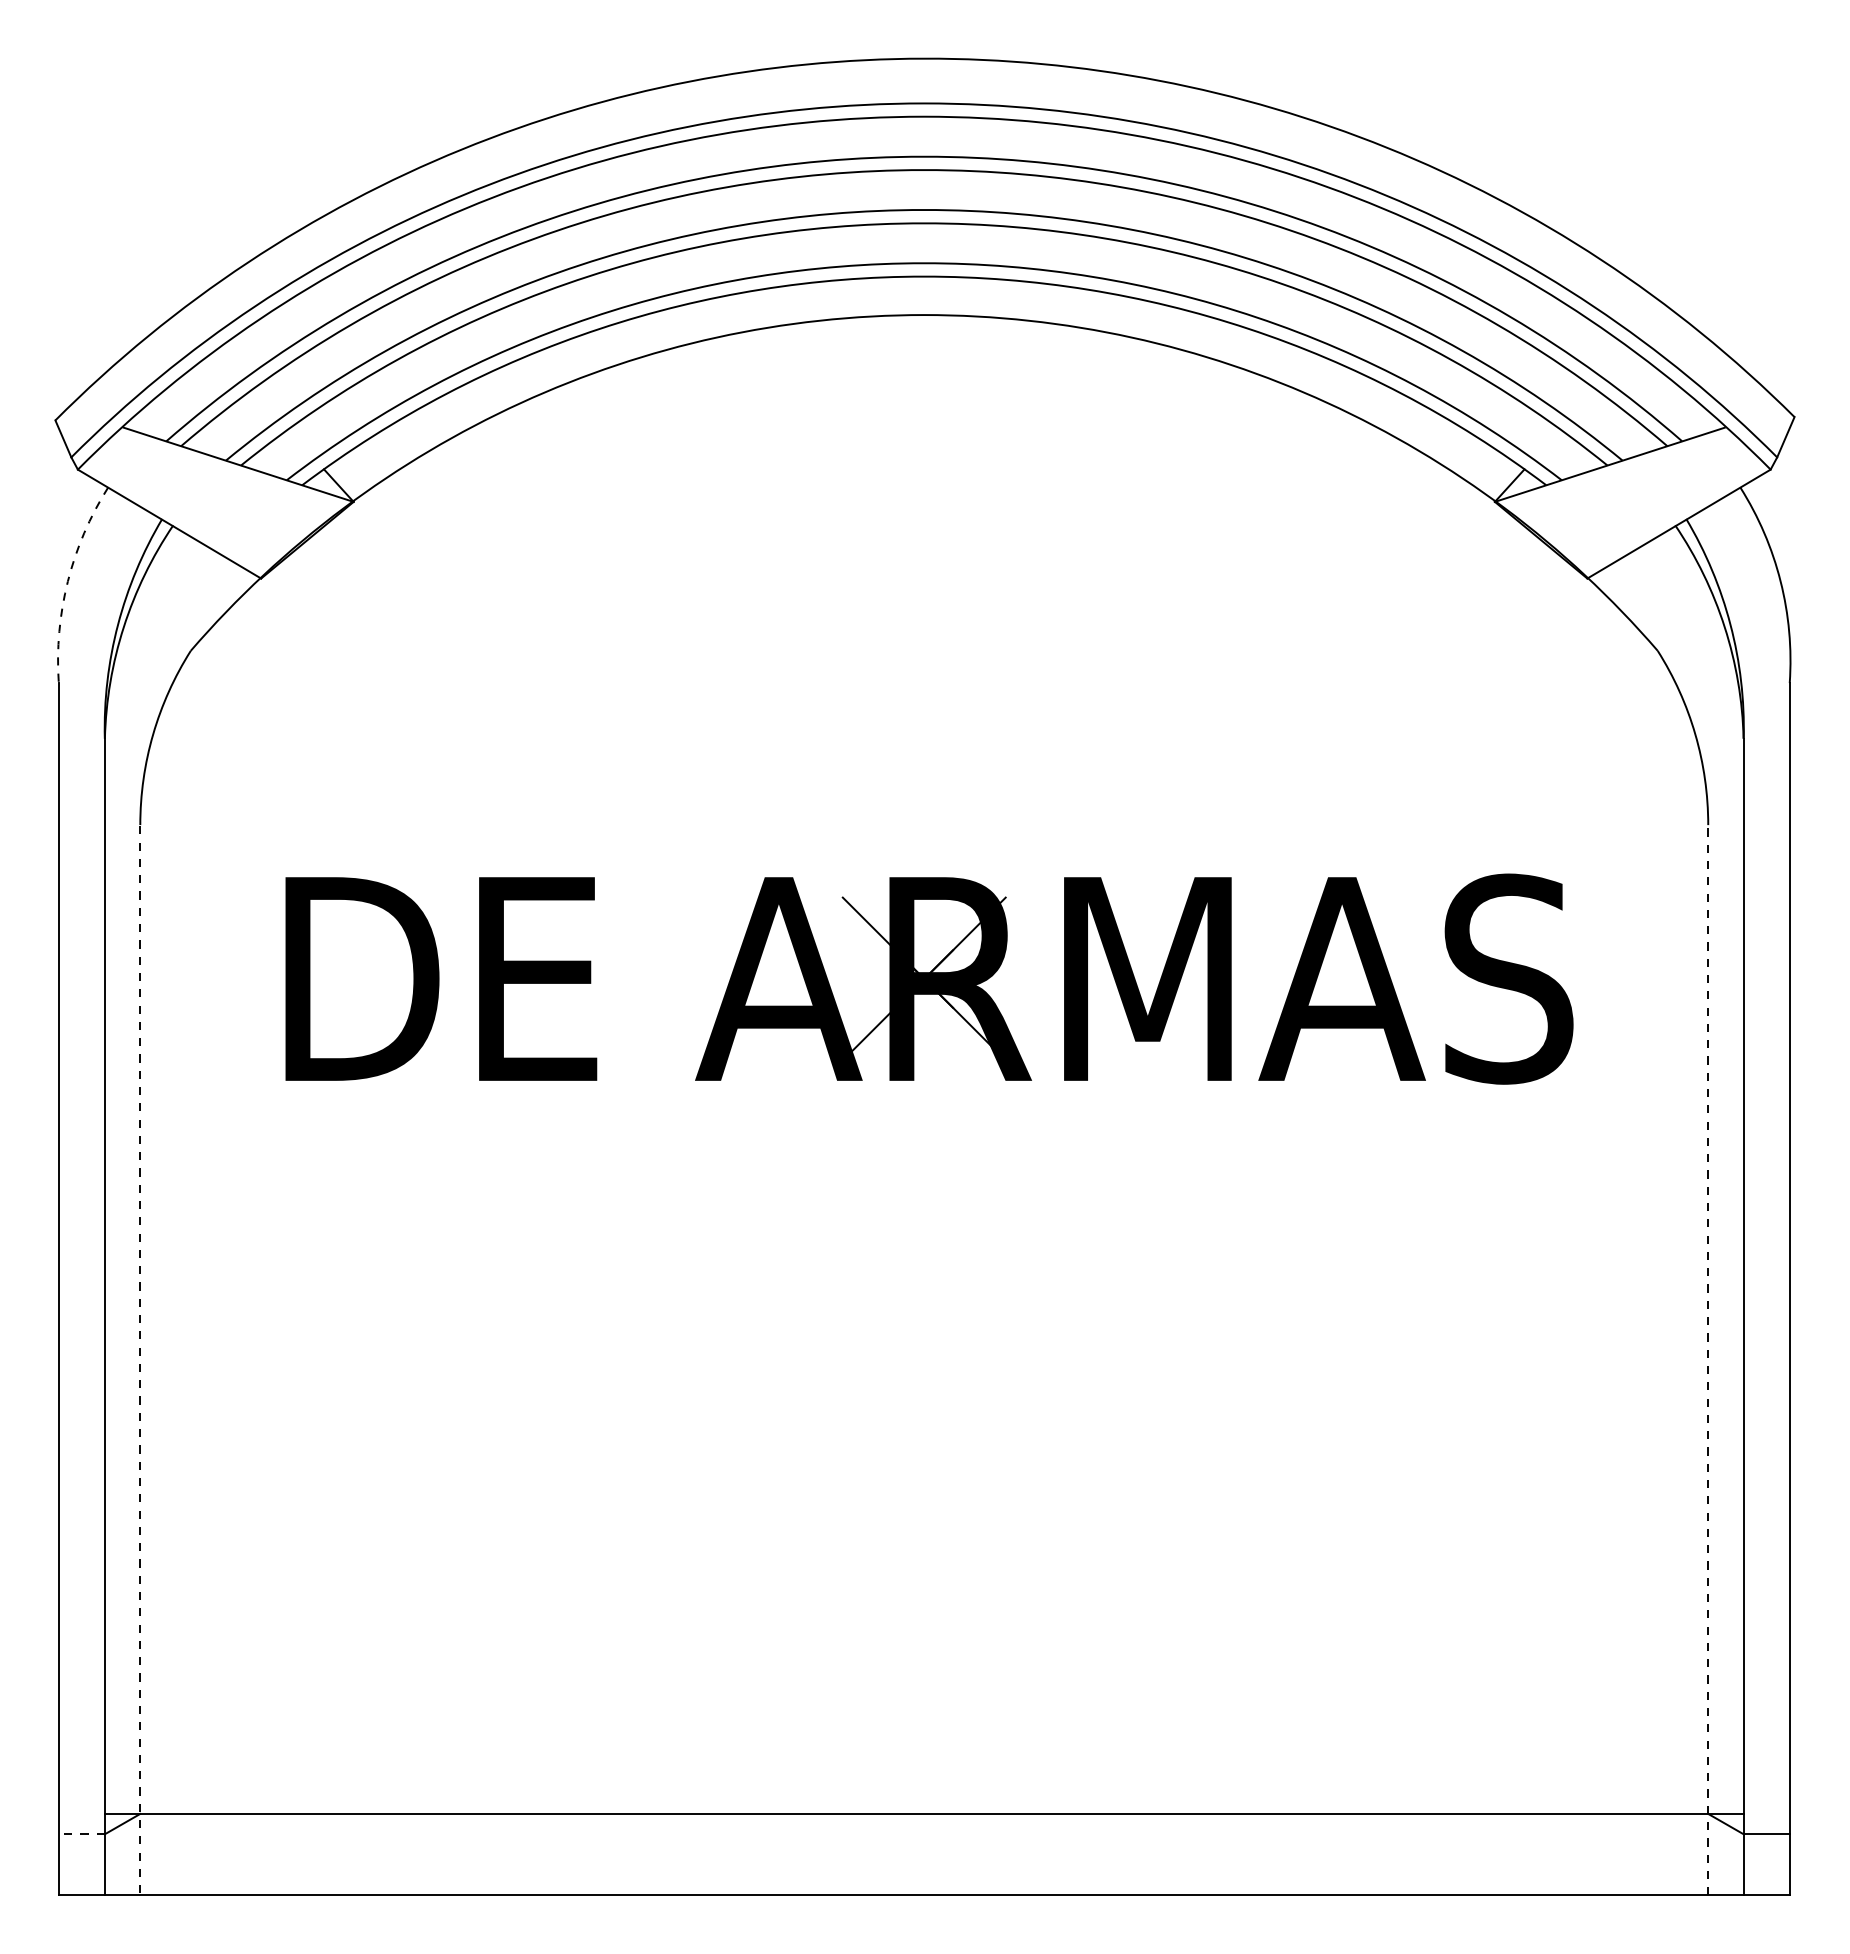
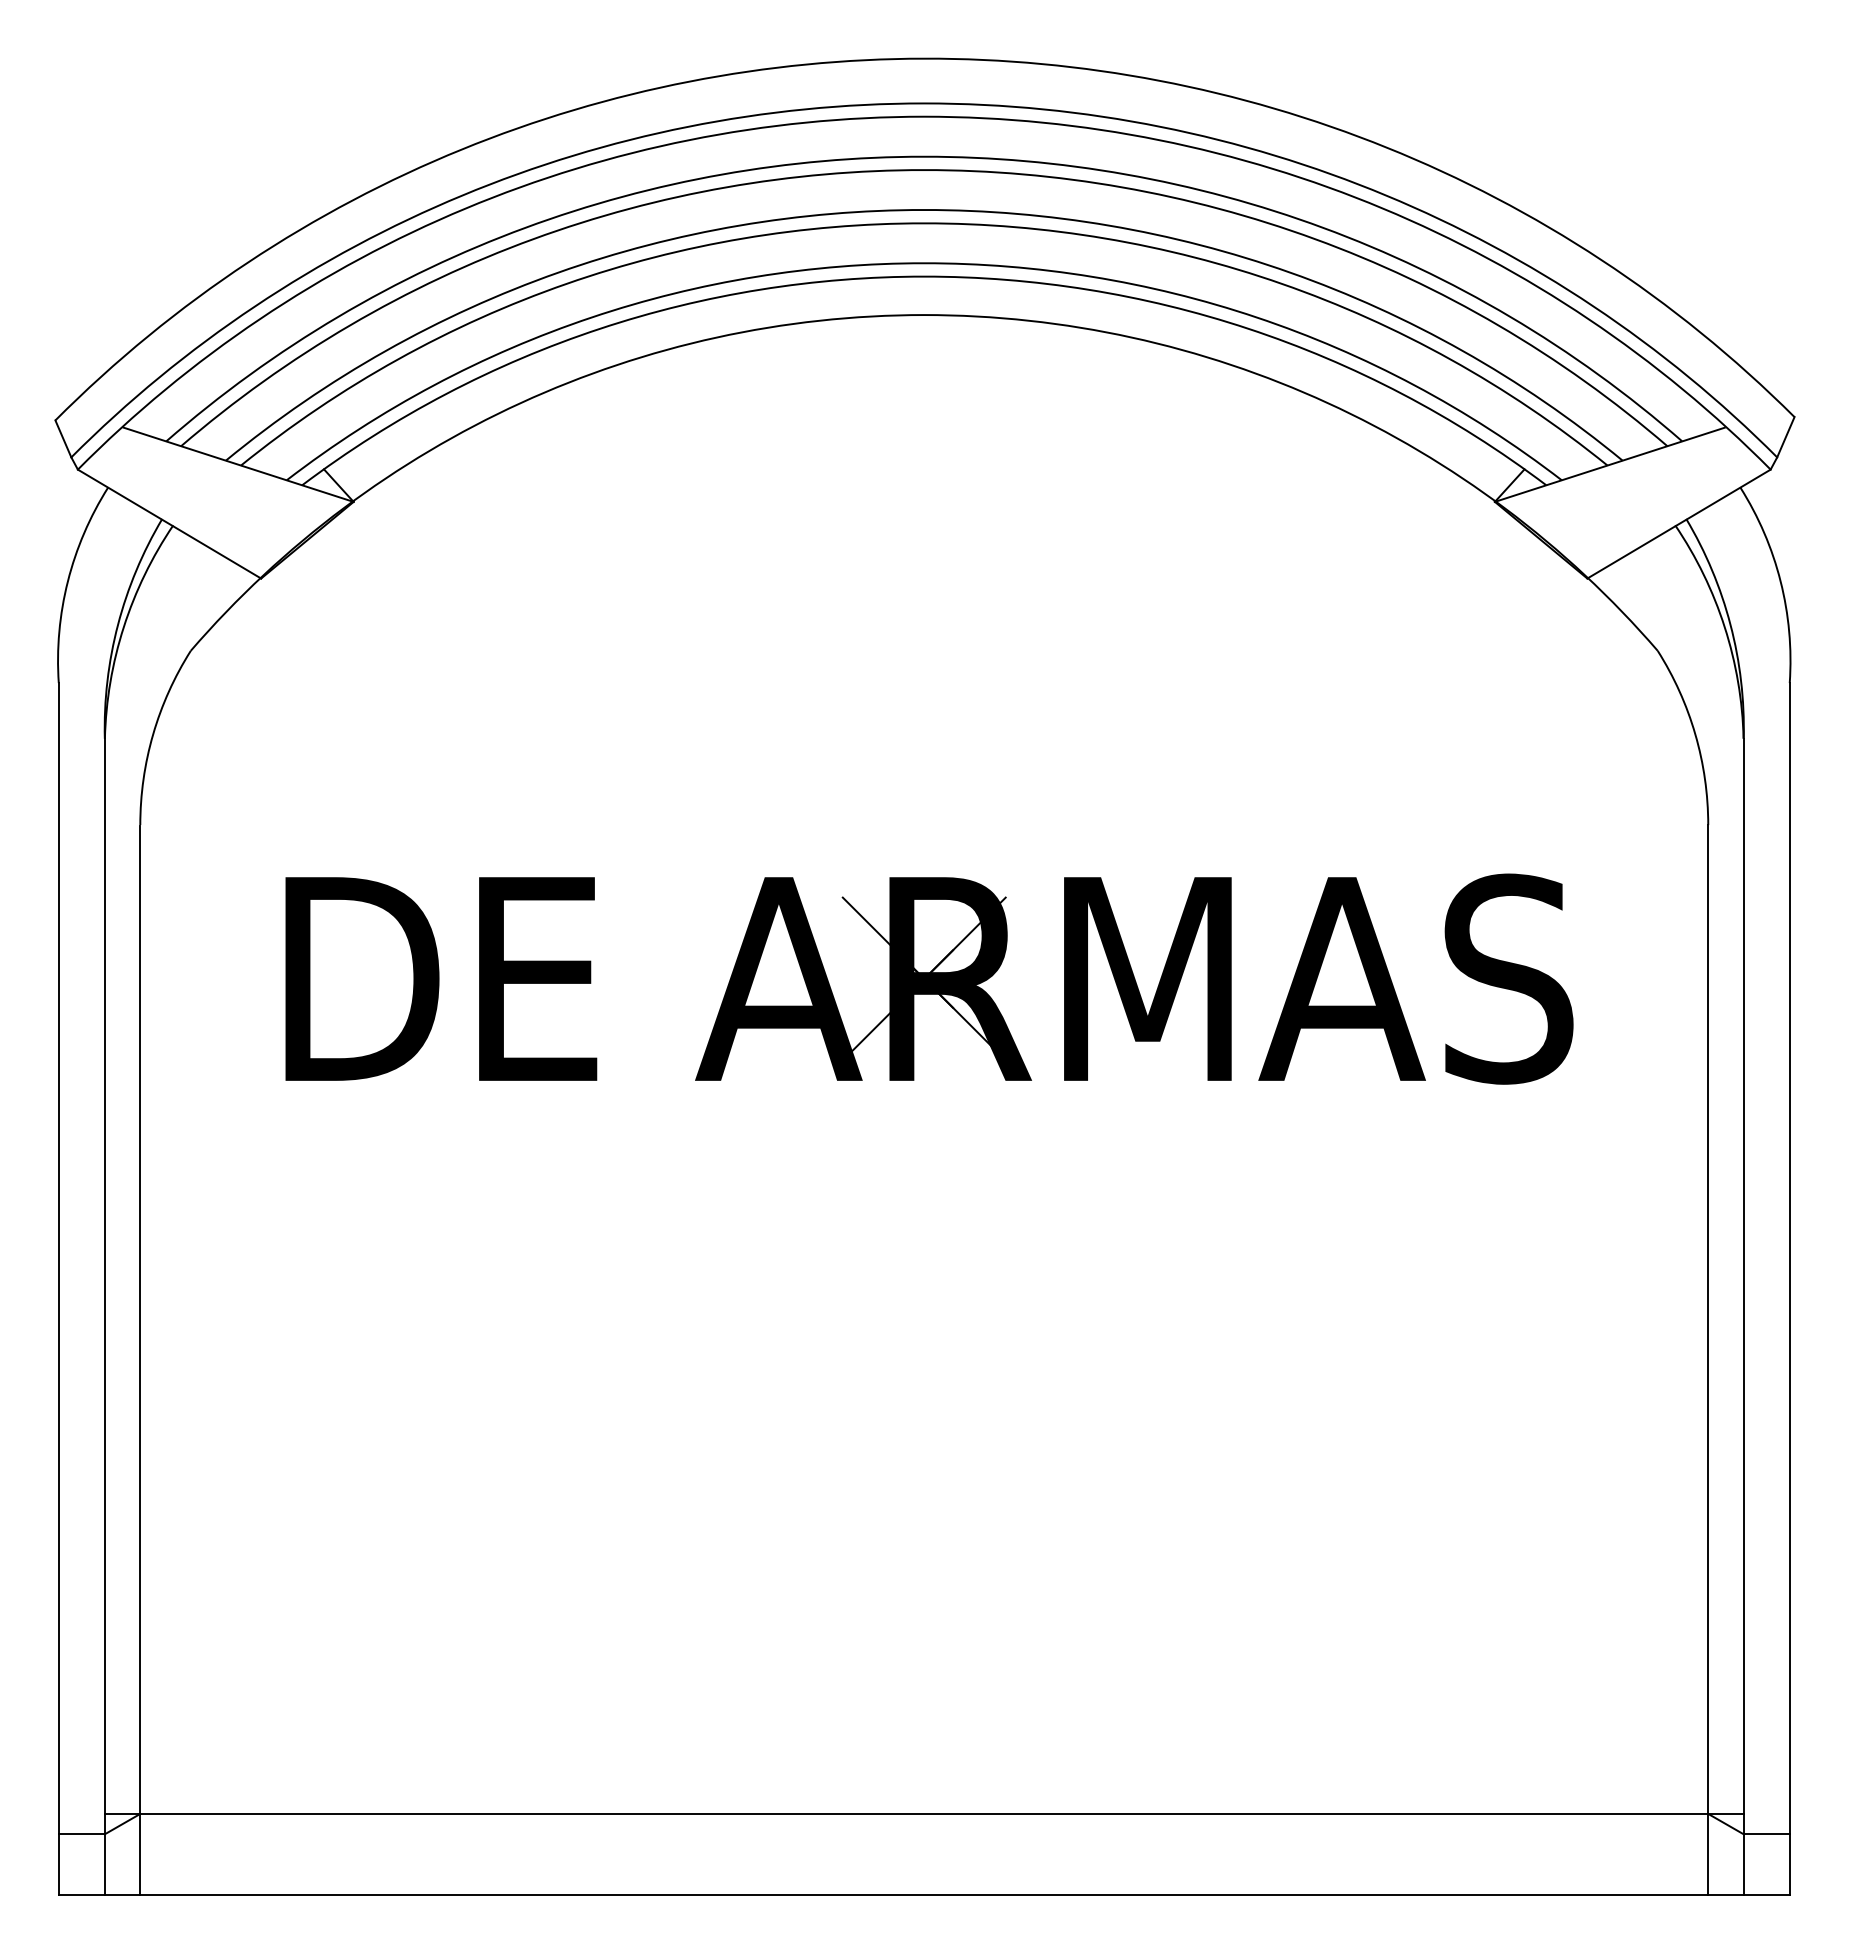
arc at (67, 581): dashed -> solid
line at (1708, 1359): dashed -> solid
line at (140, 1360): dashed -> solid
line at (81, 1834): dashed -> solid
